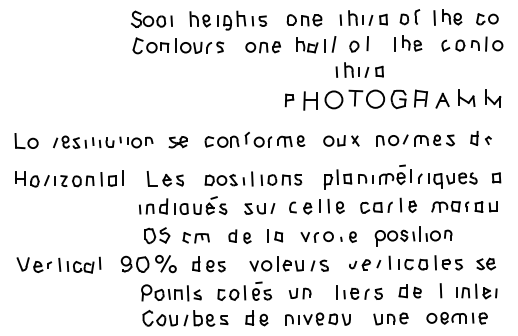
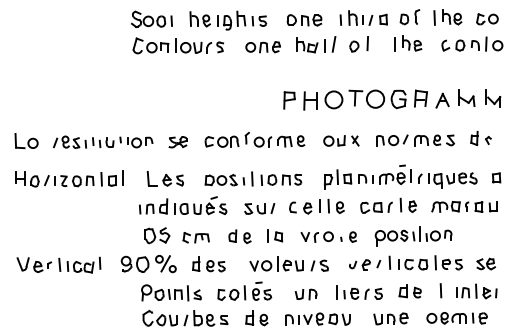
part at (359, 69): present -> none
part at (289, 100) size: 11x15 px -> 13x19 px
part at (299, 293) position: (299, 293) -> (305, 294)
